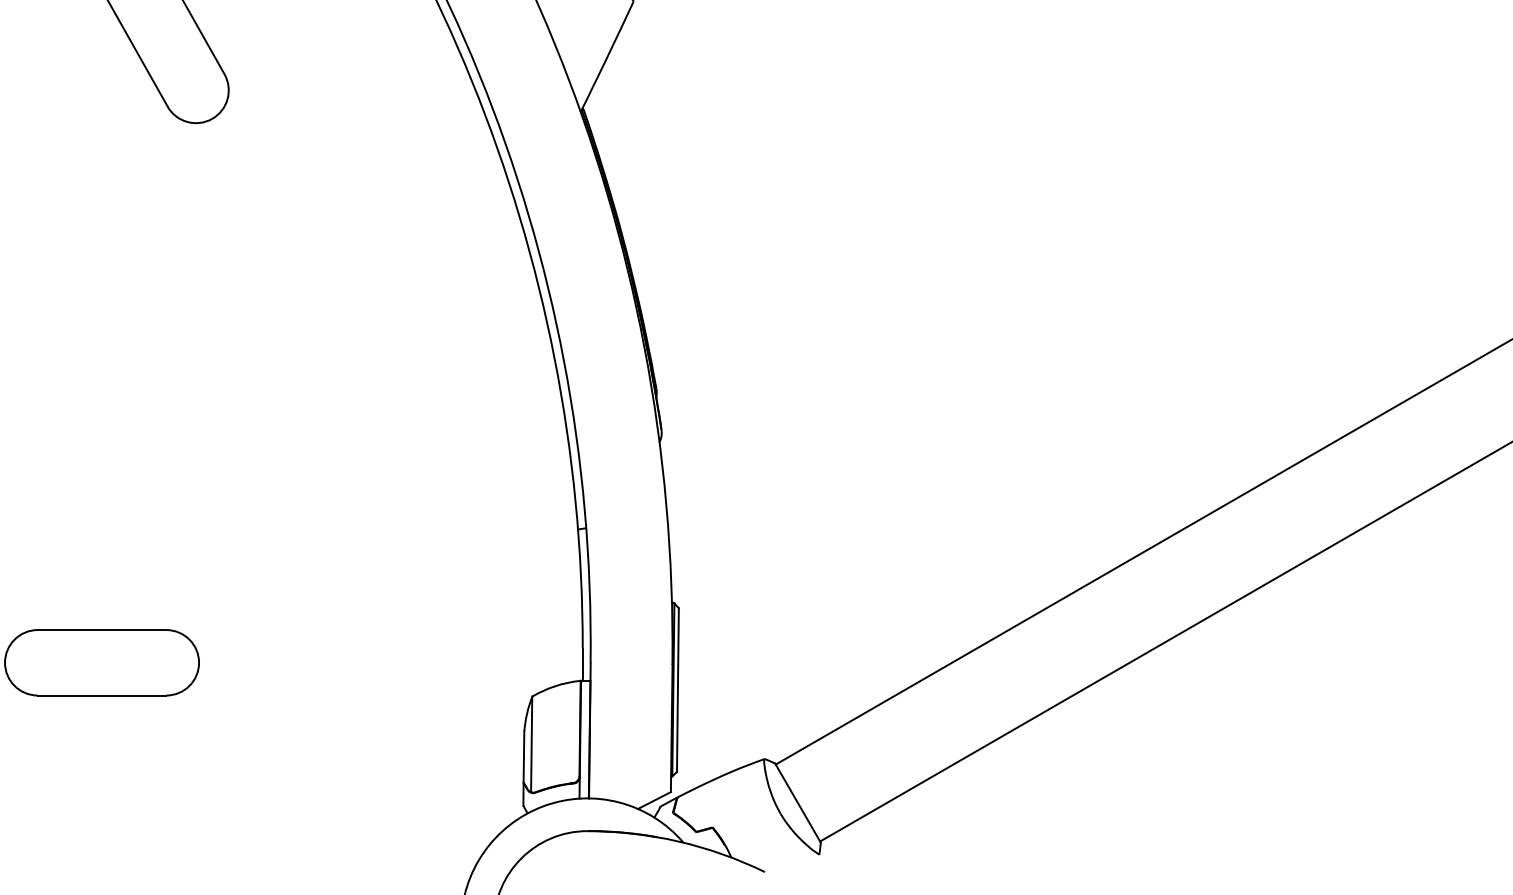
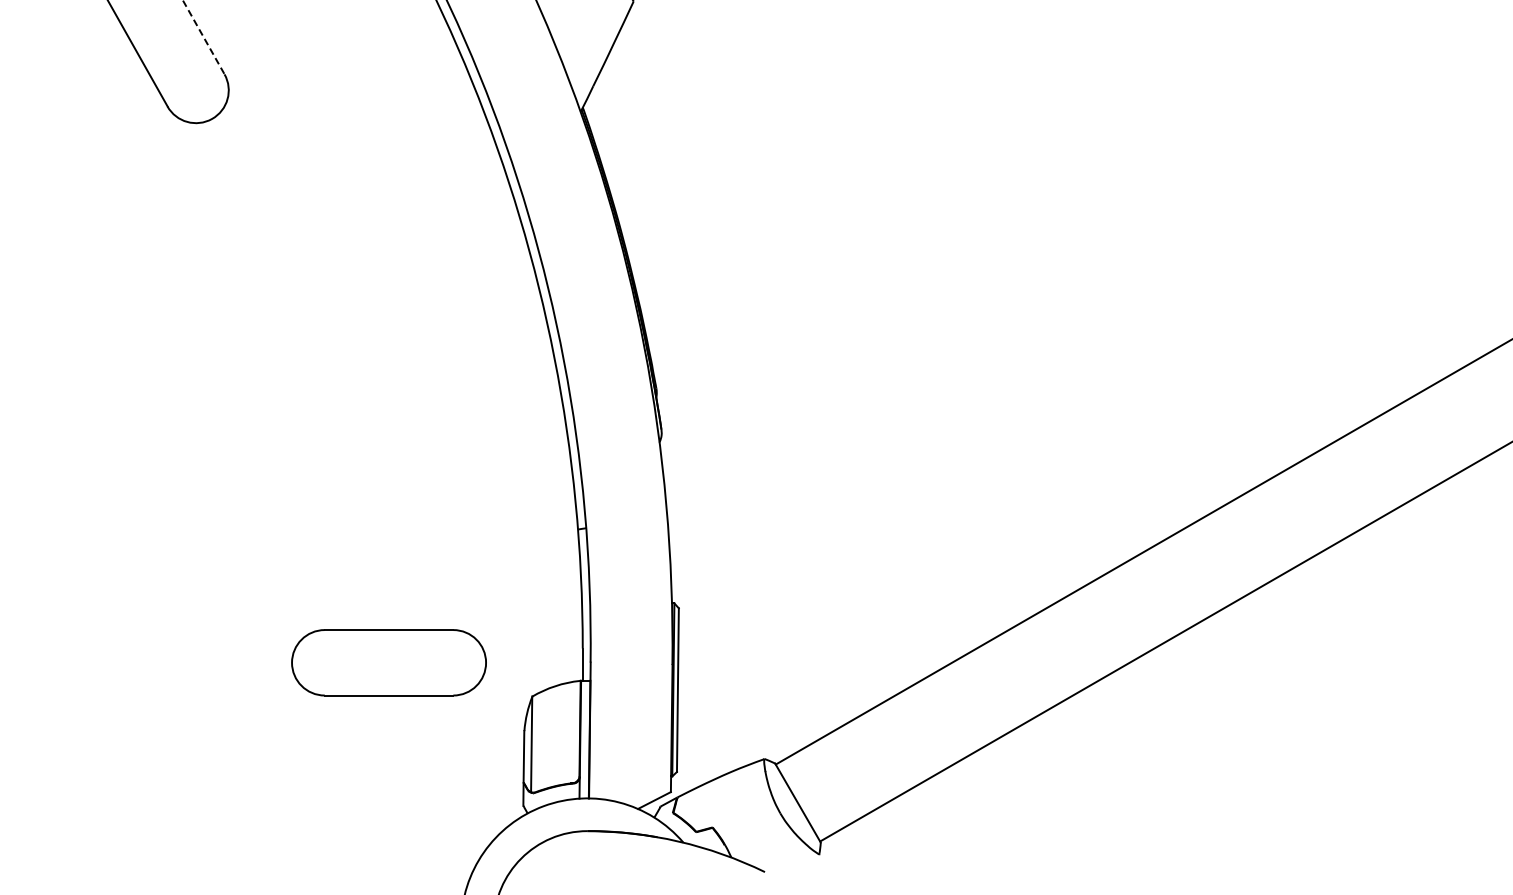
line at (204, 37): solid -> dashed
part at (101, 662) position: (101, 662) -> (388, 662)
